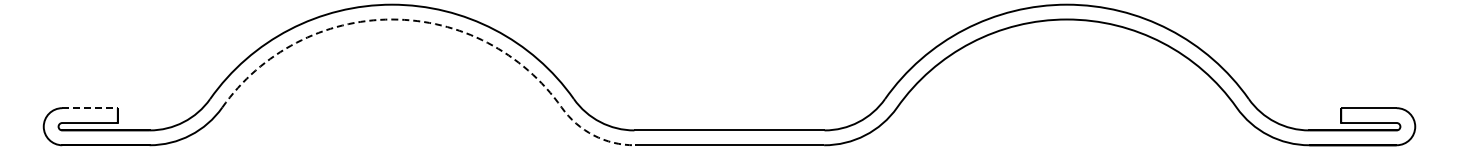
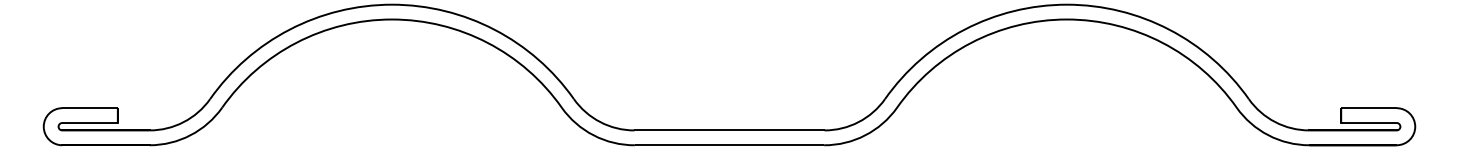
line at (435, 24): dashed -> solid
line at (90, 108): dashed -> solid
